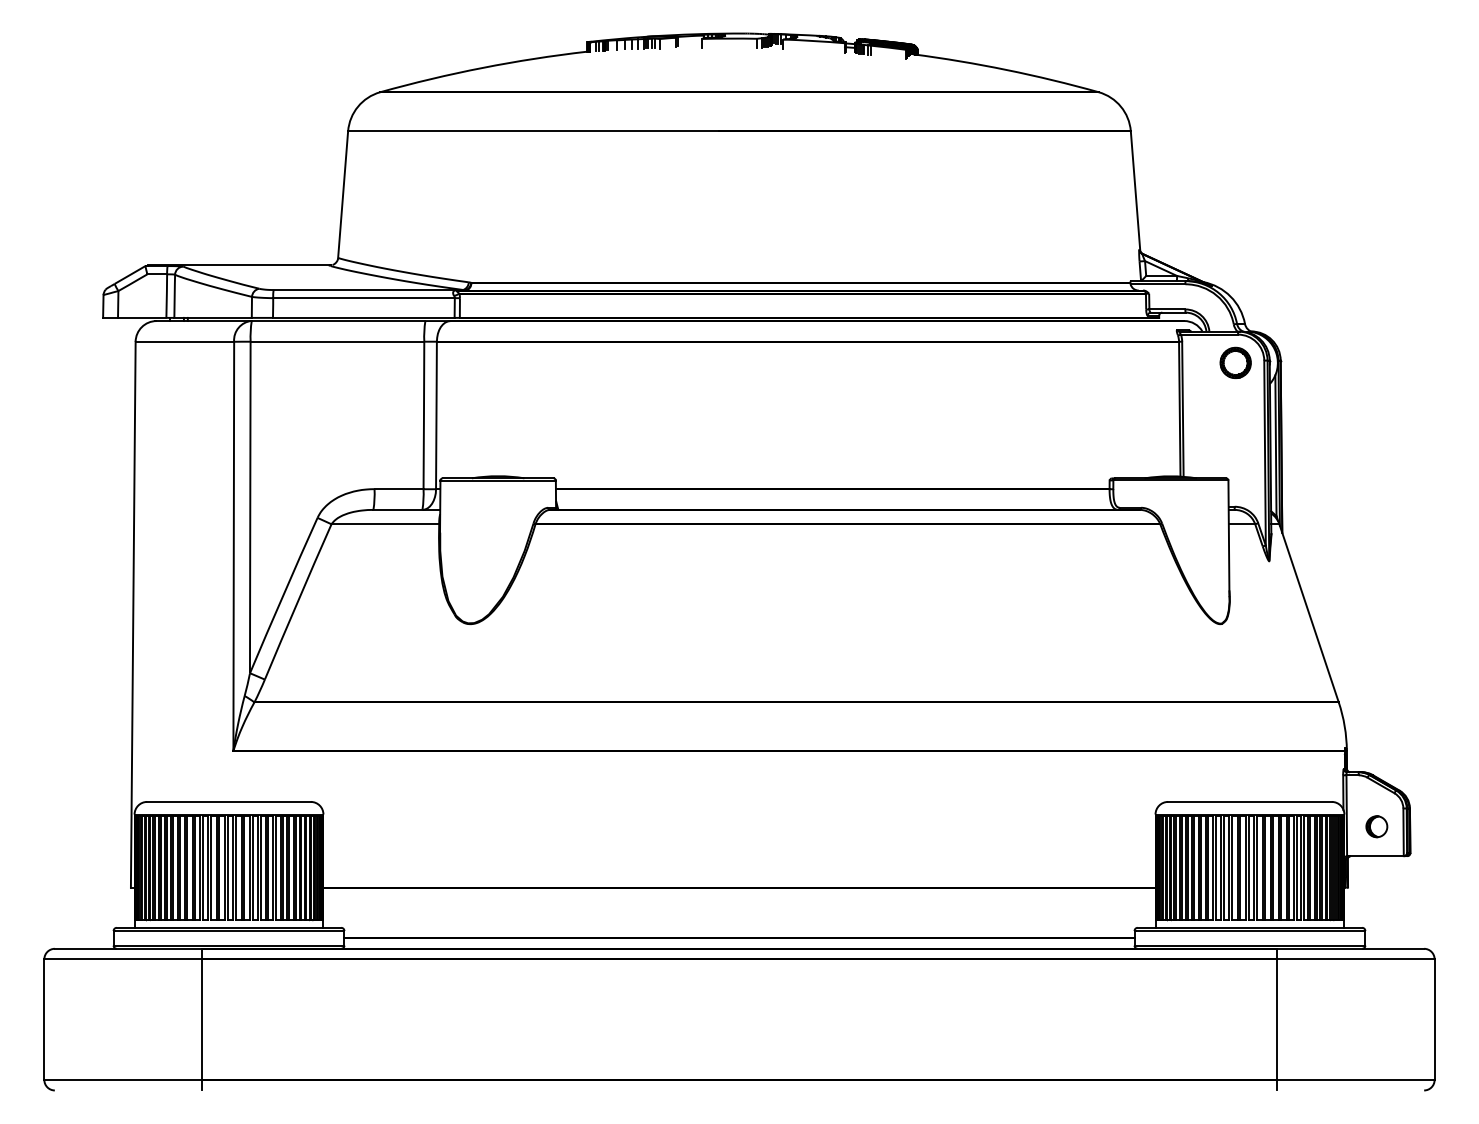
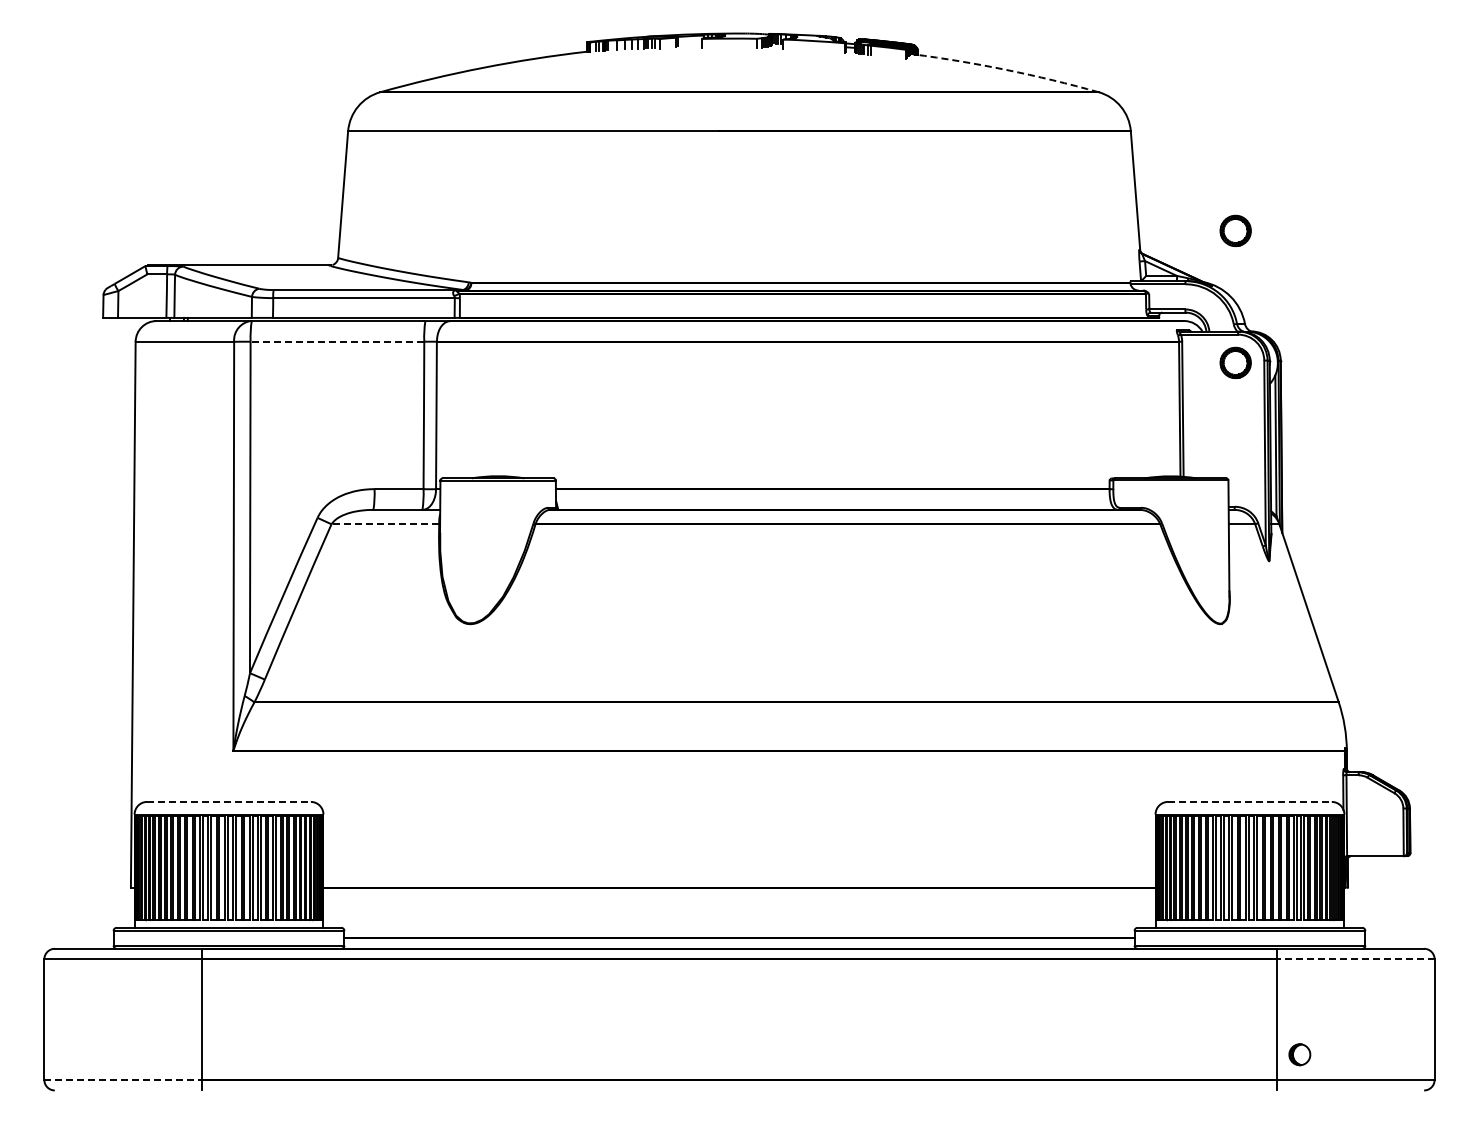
arc at (1006, 69): solid -> dashed
part at (1235, 230): none -> present
line at (337, 341): solid -> dashed
line at (385, 524): solid -> dashed
line at (229, 801): solid -> dashed
line at (1249, 801): solid -> dashed
part at (1376, 826) position: (1376, 826) -> (1299, 1054)
line at (1355, 959): solid -> dashed
line at (123, 1079): solid -> dashed
